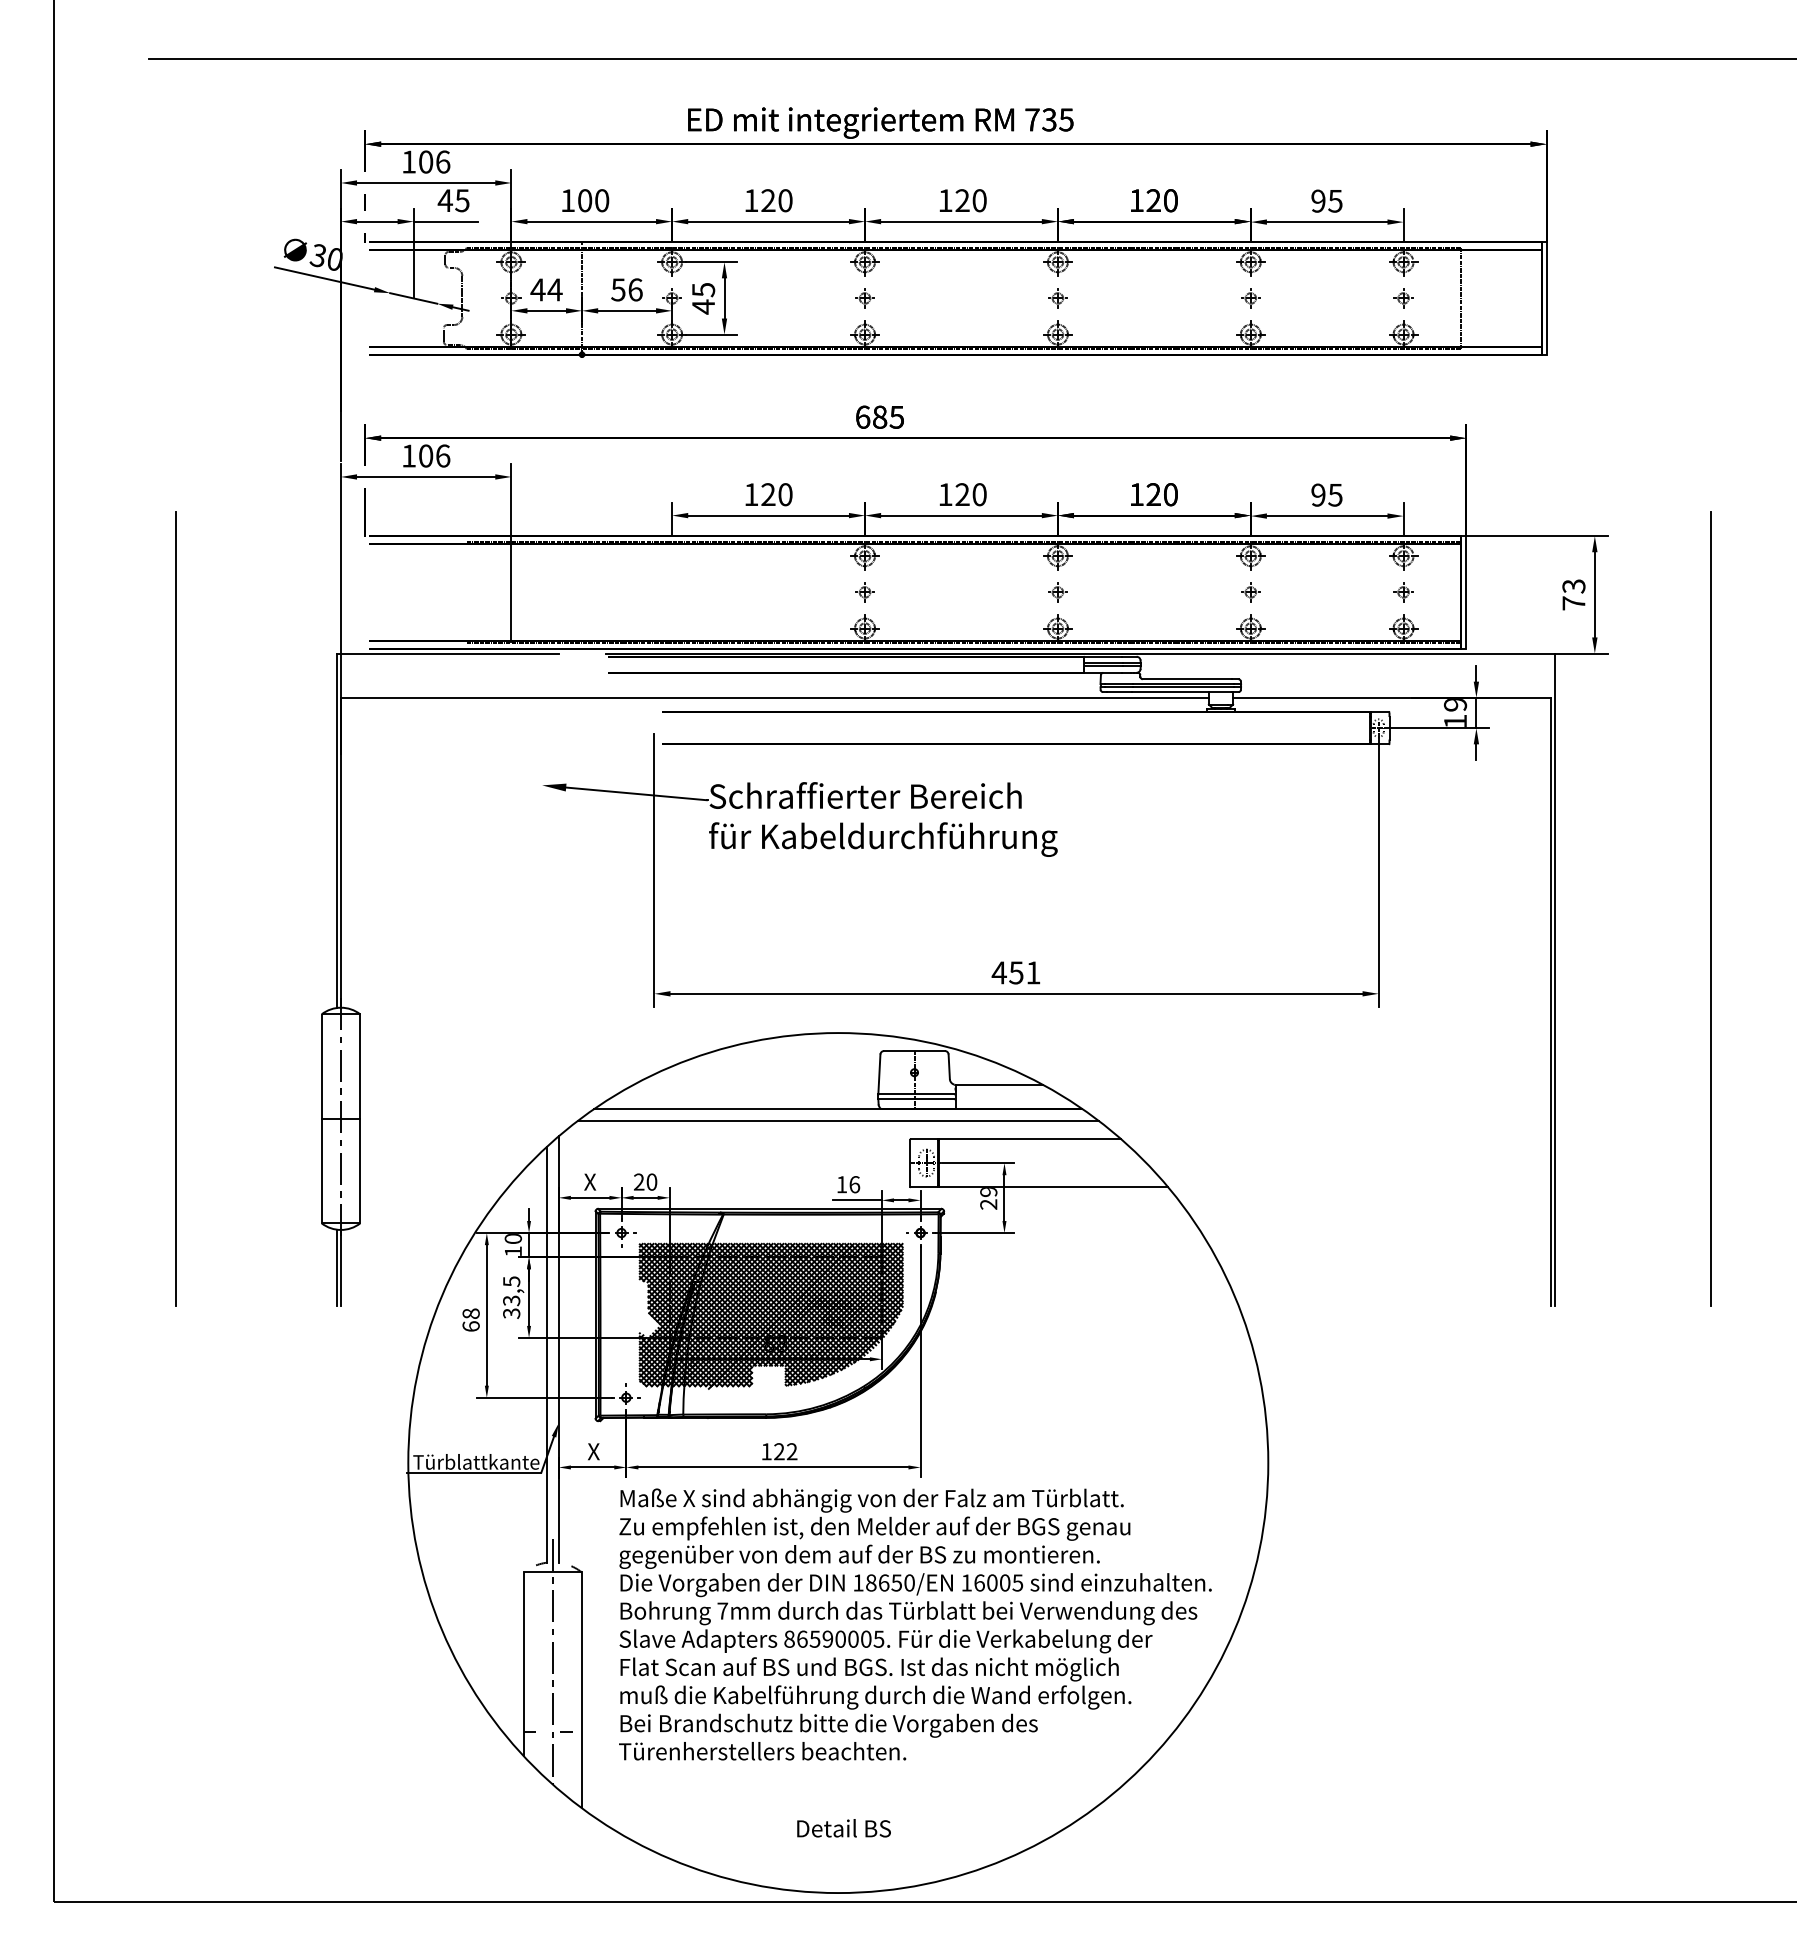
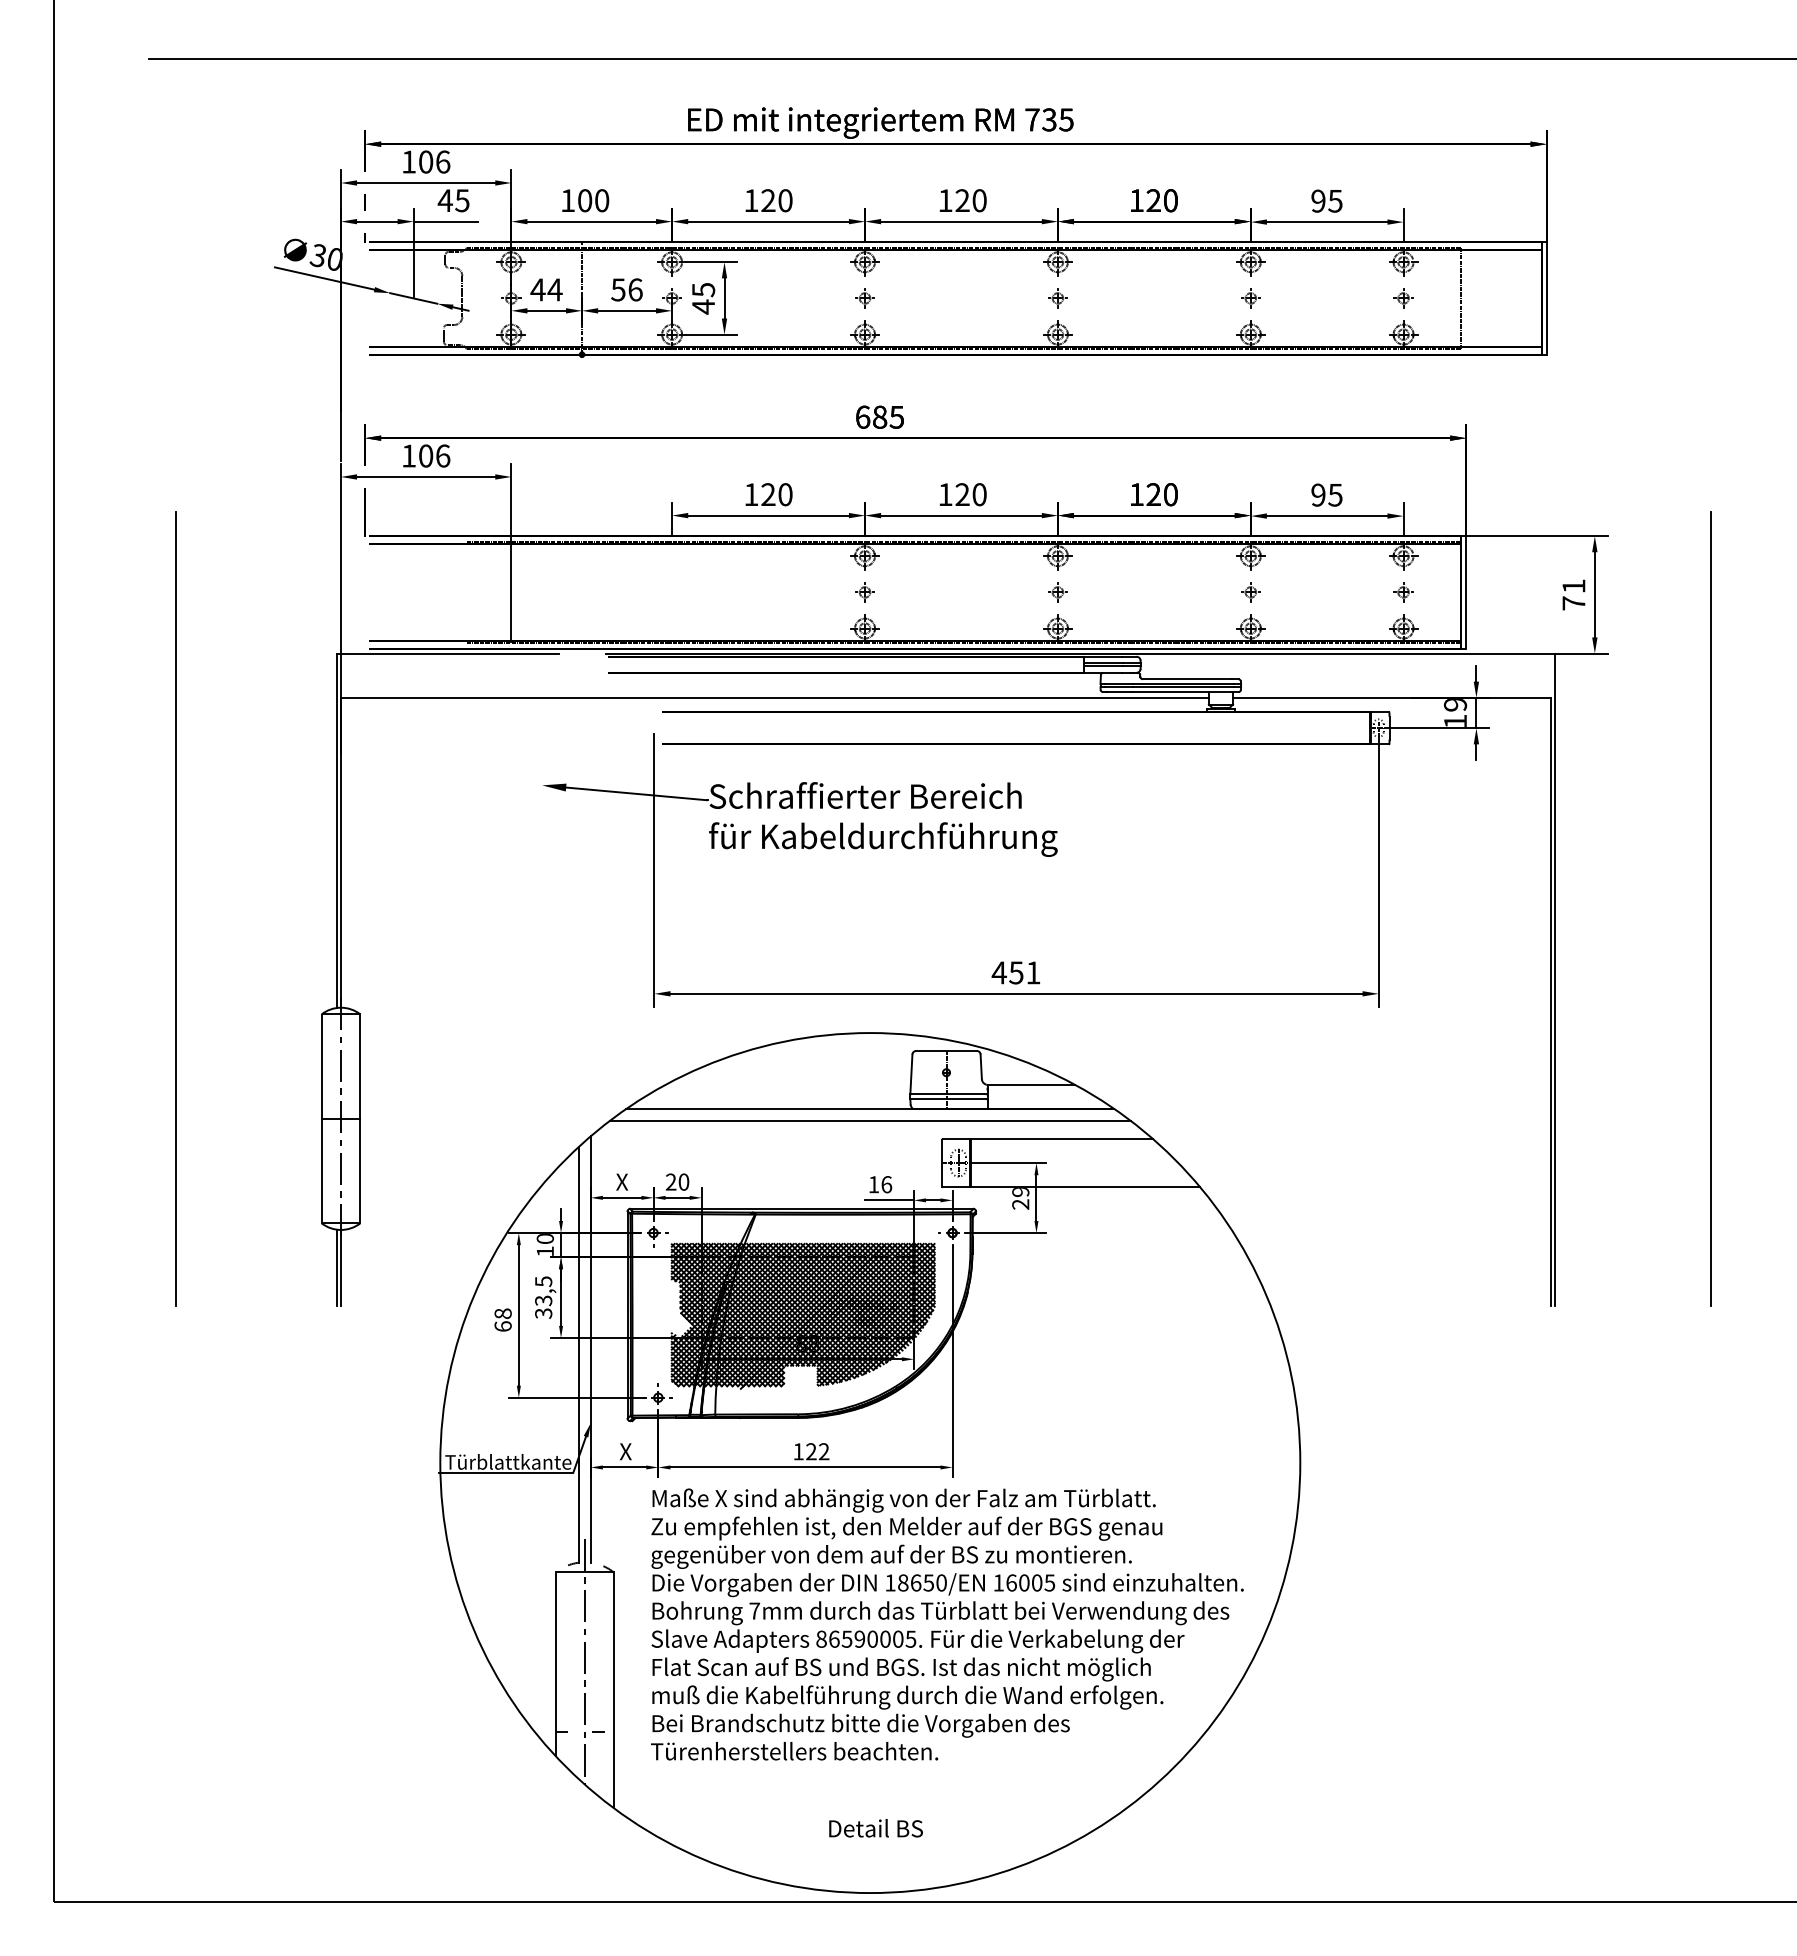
text at (1573, 586): 73 -> 71
part at (837, 1462) position: (837, 1462) -> (869, 1462)
